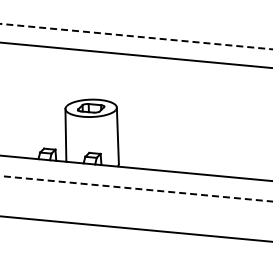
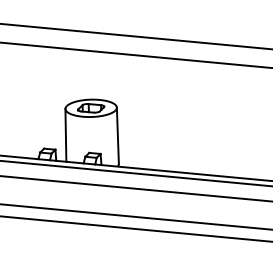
line at (136, 36): dashed -> solid
line at (135, 173): none -> present
line at (136, 188): dashed -> solid
line at (135, 216): none -> present
